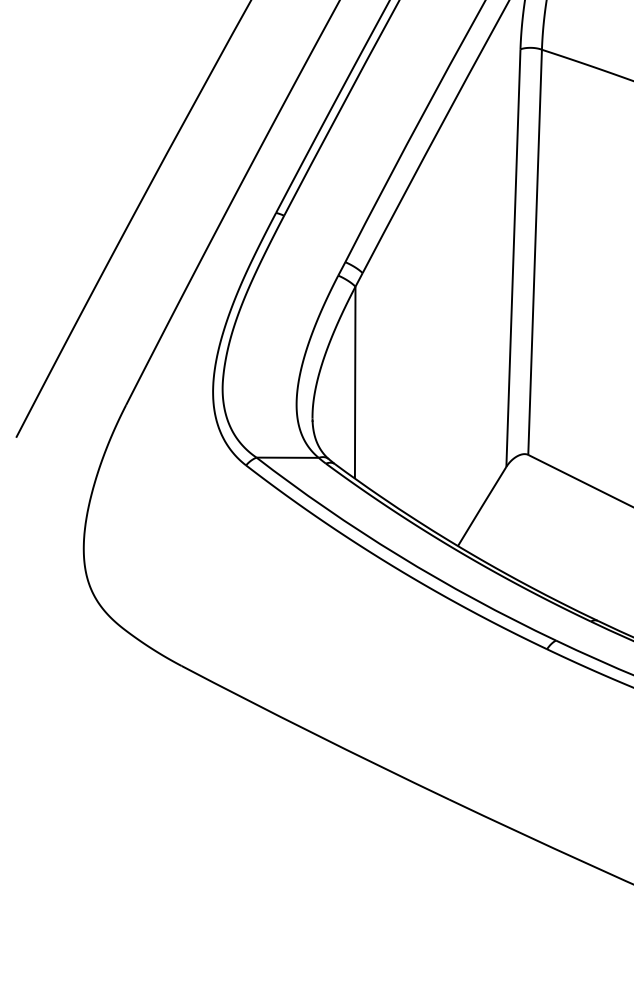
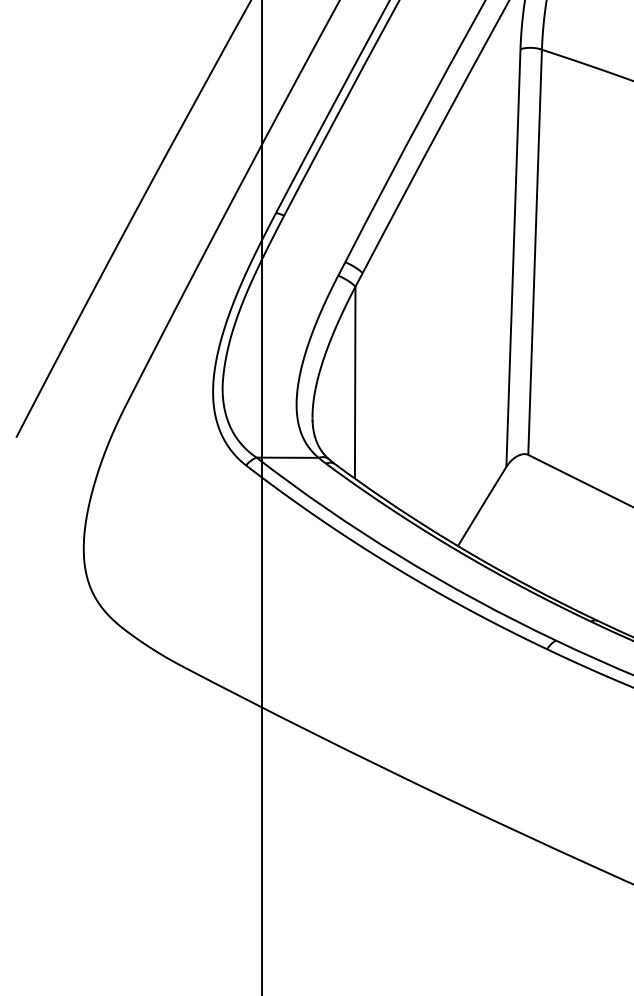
line at (262, 497): none -> present
